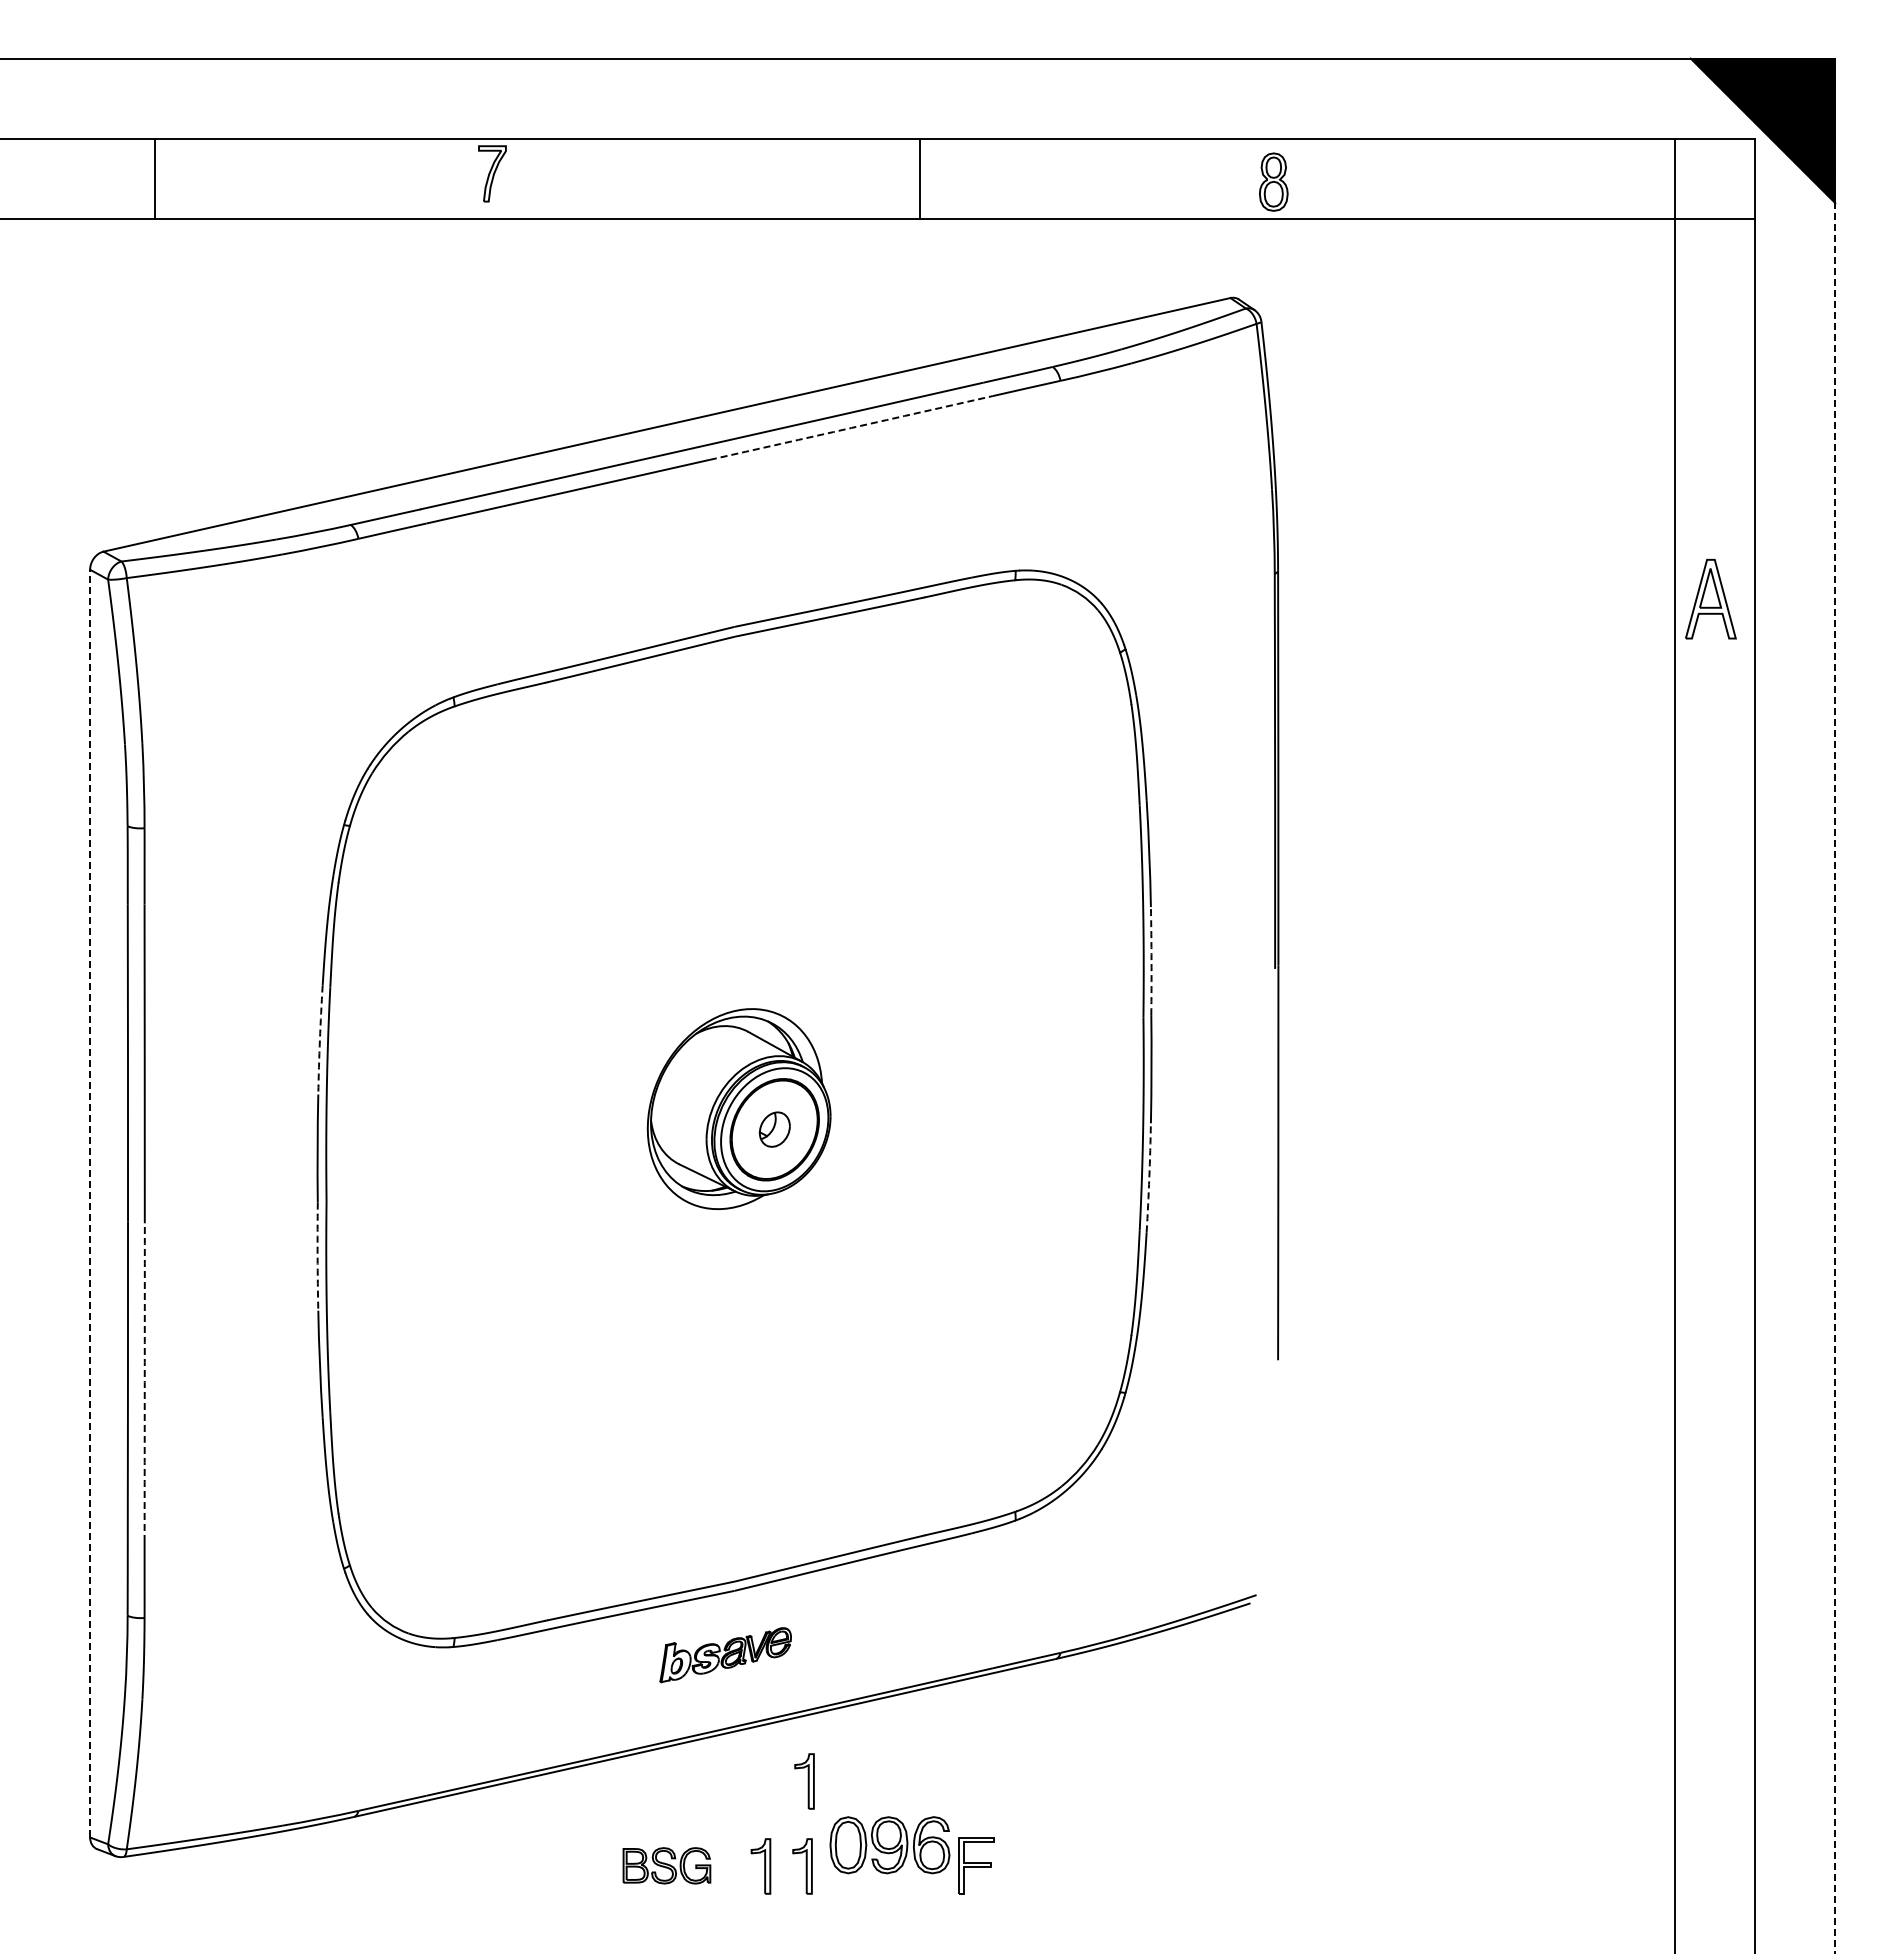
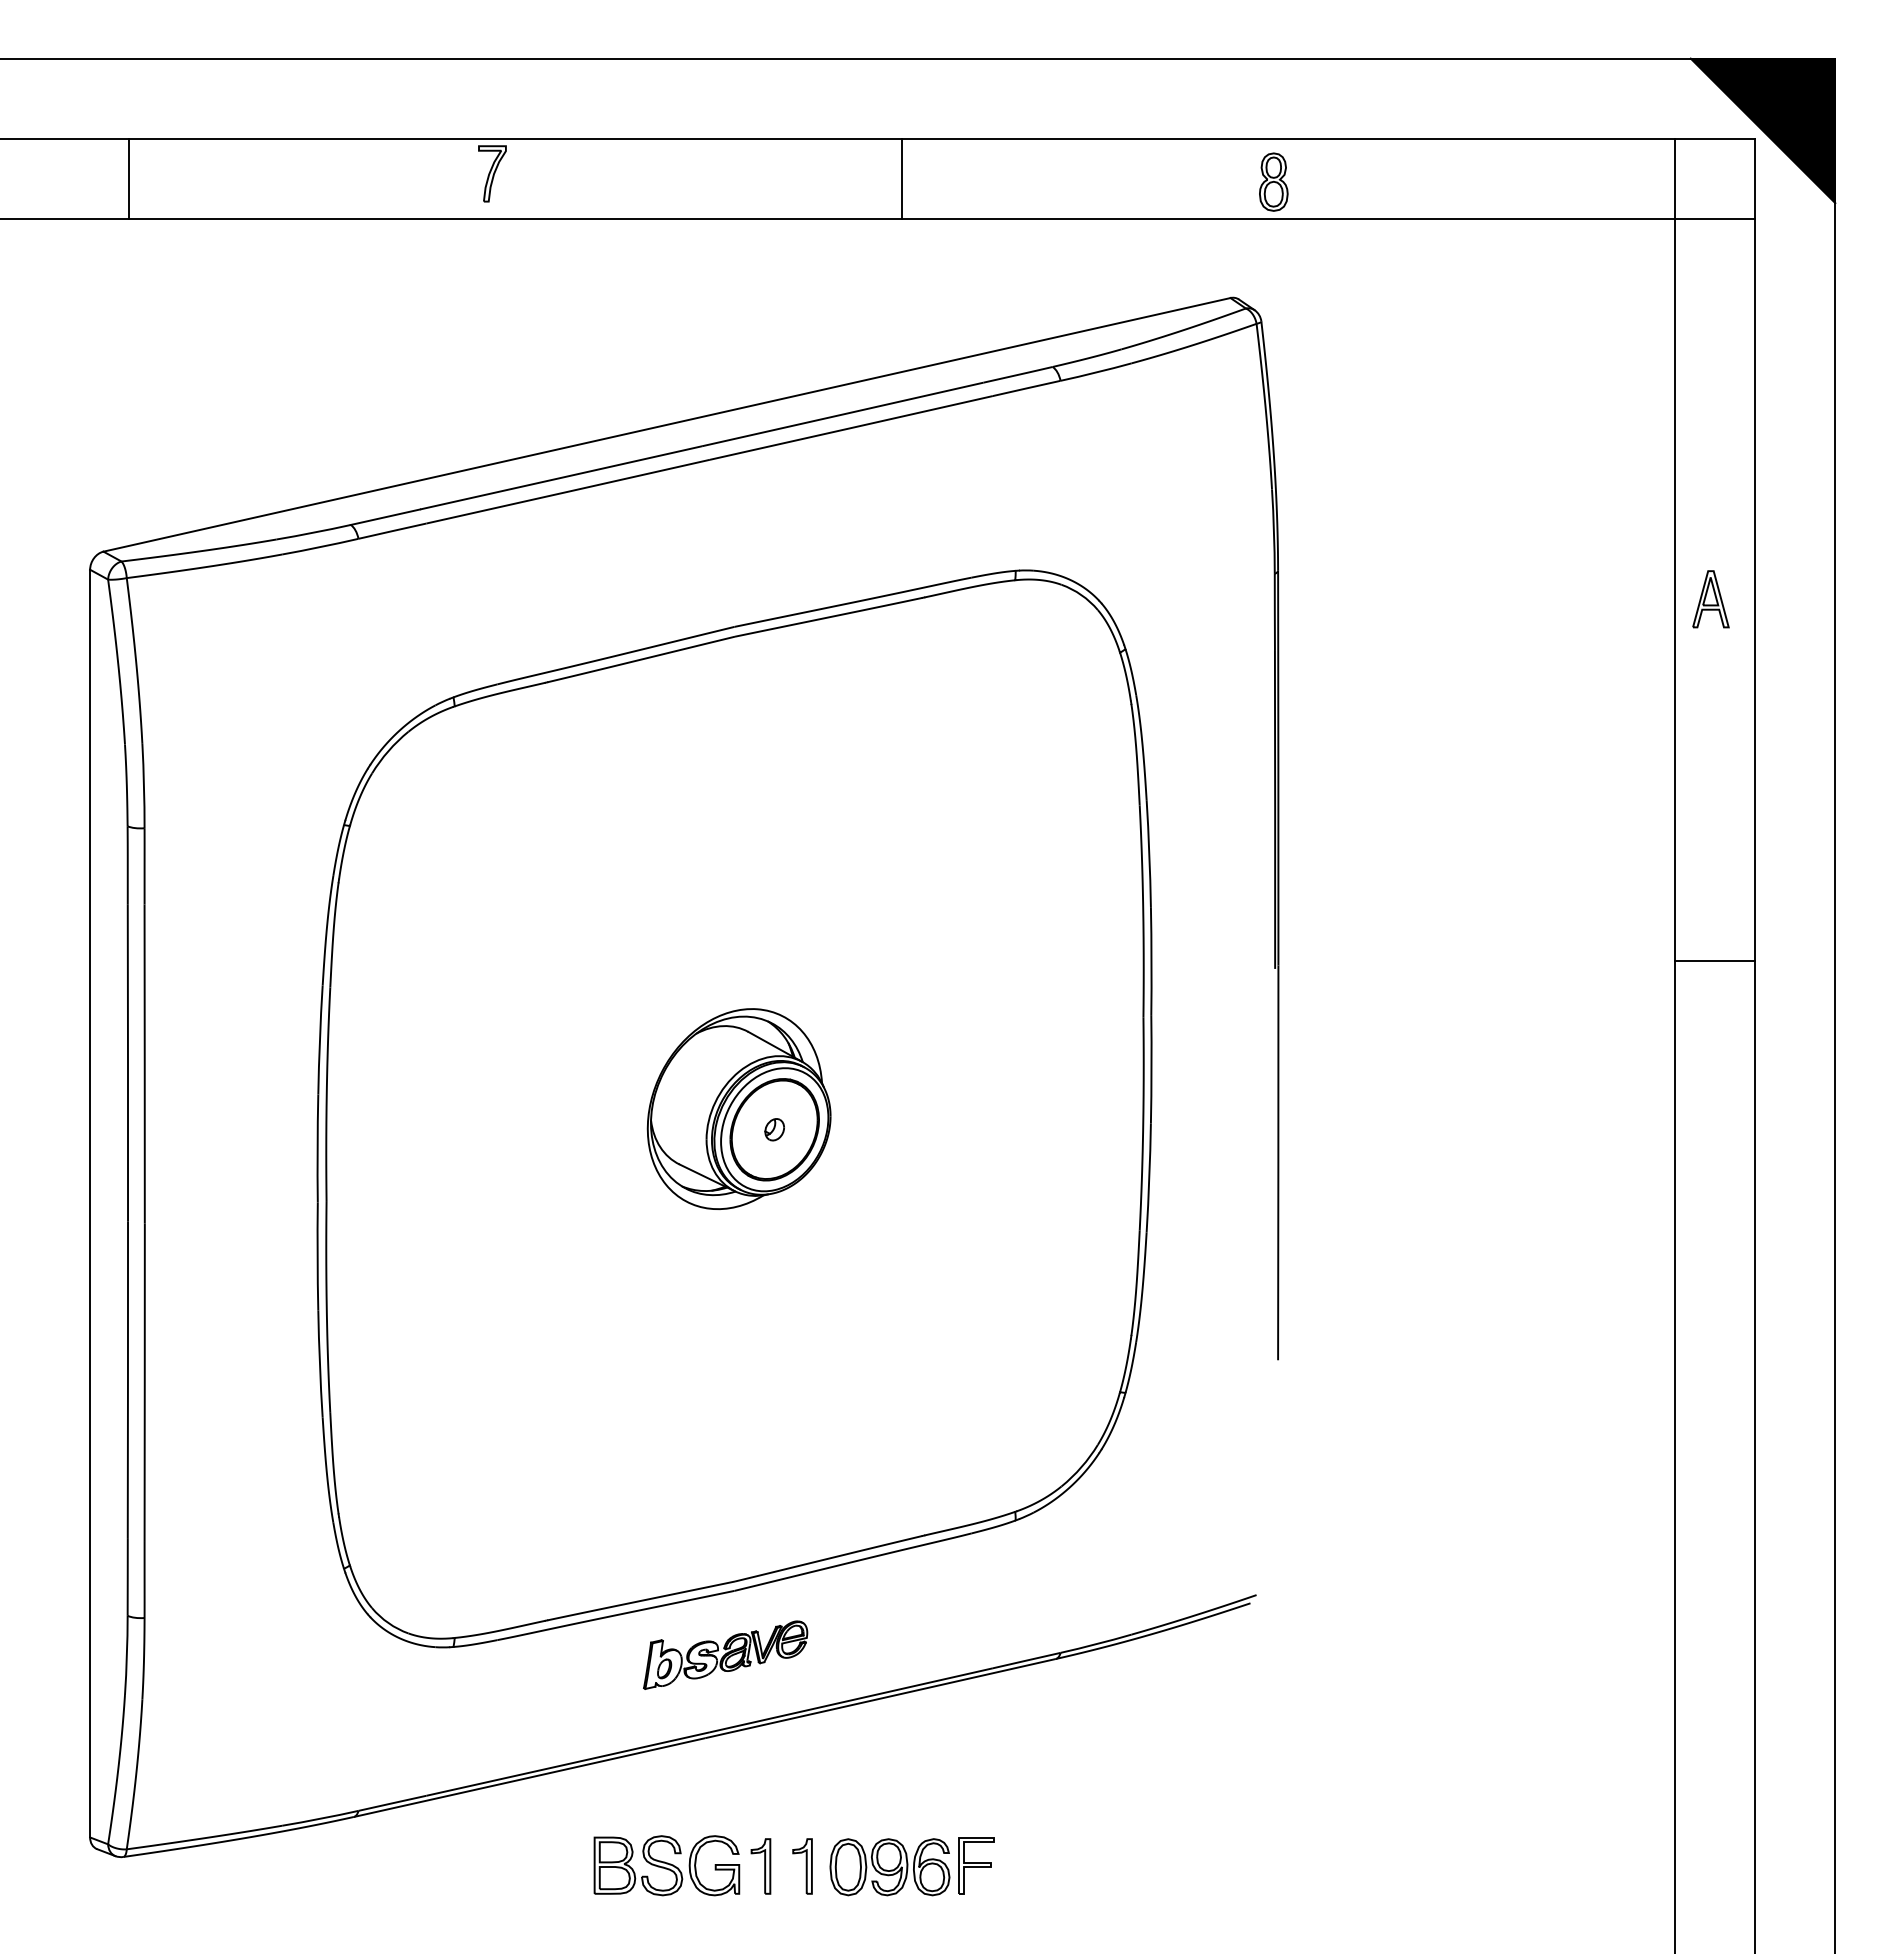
line at (154, 178) position: (154, 178) -> (128, 178)
line at (919, 178) position: (919, 178) -> (901, 178)
arc at (851, 428): dashed -> solid
part at (1710, 599) size: 52x81 px -> 38x59 px
line at (1714, 960): none -> present
arc at (1151, 961): dashed -> solid
line at (1835, 1005): dashed -> solid
arc at (319, 1040): dashed -> solid
part at (774, 1129) size: 33x37 px -> 21x24 px
arc at (1149, 1177): dashed -> solid
line at (90, 1203): dashed -> solid
arc at (317, 1256): dashed -> solid
arc at (144, 1382): dashed -> solid
part at (725, 1655) size: 133x57 px -> 166x70 px
part at (804, 1781): present -> none
part at (889, 1845) position: (889, 1845) -> (889, 1867)
part at (666, 1865) size: 90x38 px -> 148x62 px
